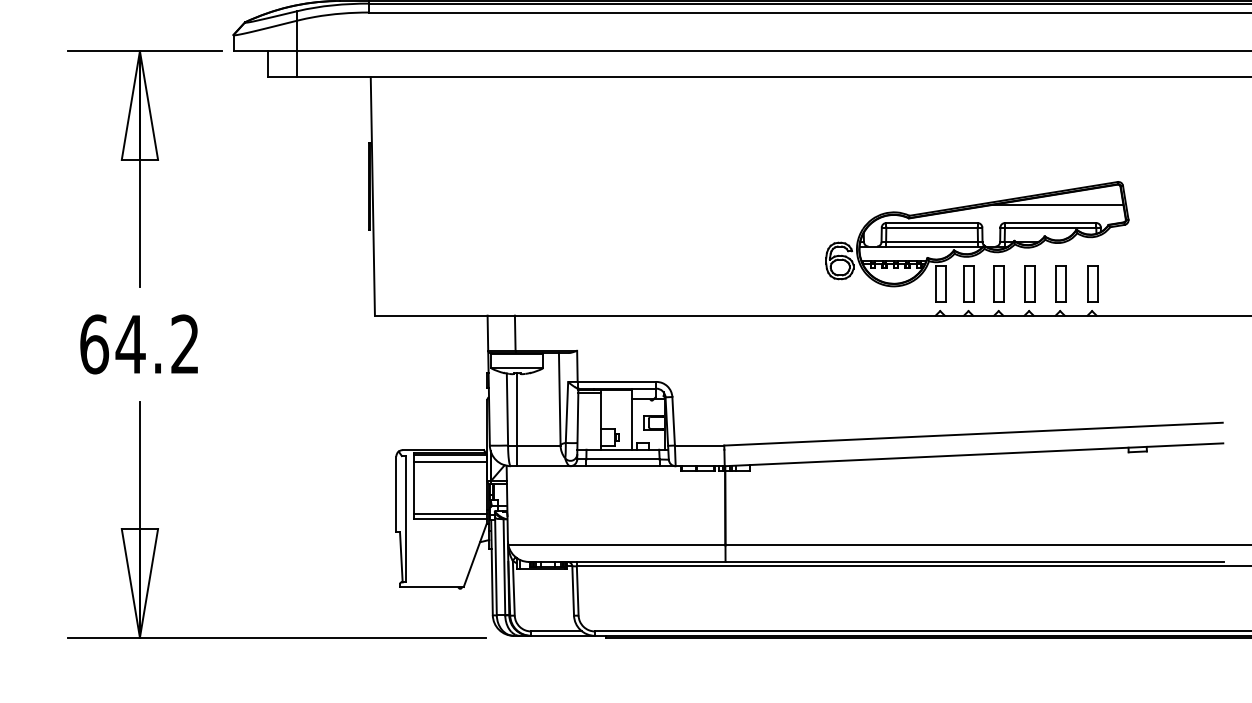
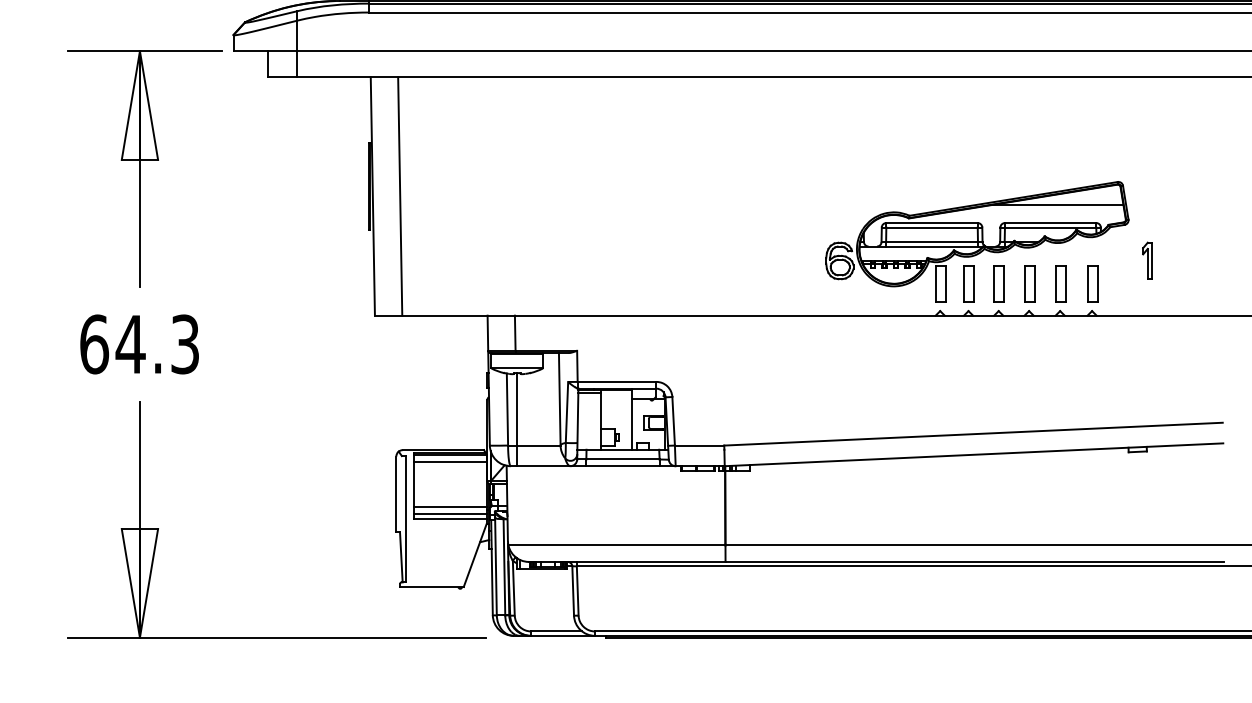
line at (400, 196): none -> present
part at (1147, 260): none -> present
text at (184, 344): 64.2 -> 64.3
line at (449, 506): none -> present
